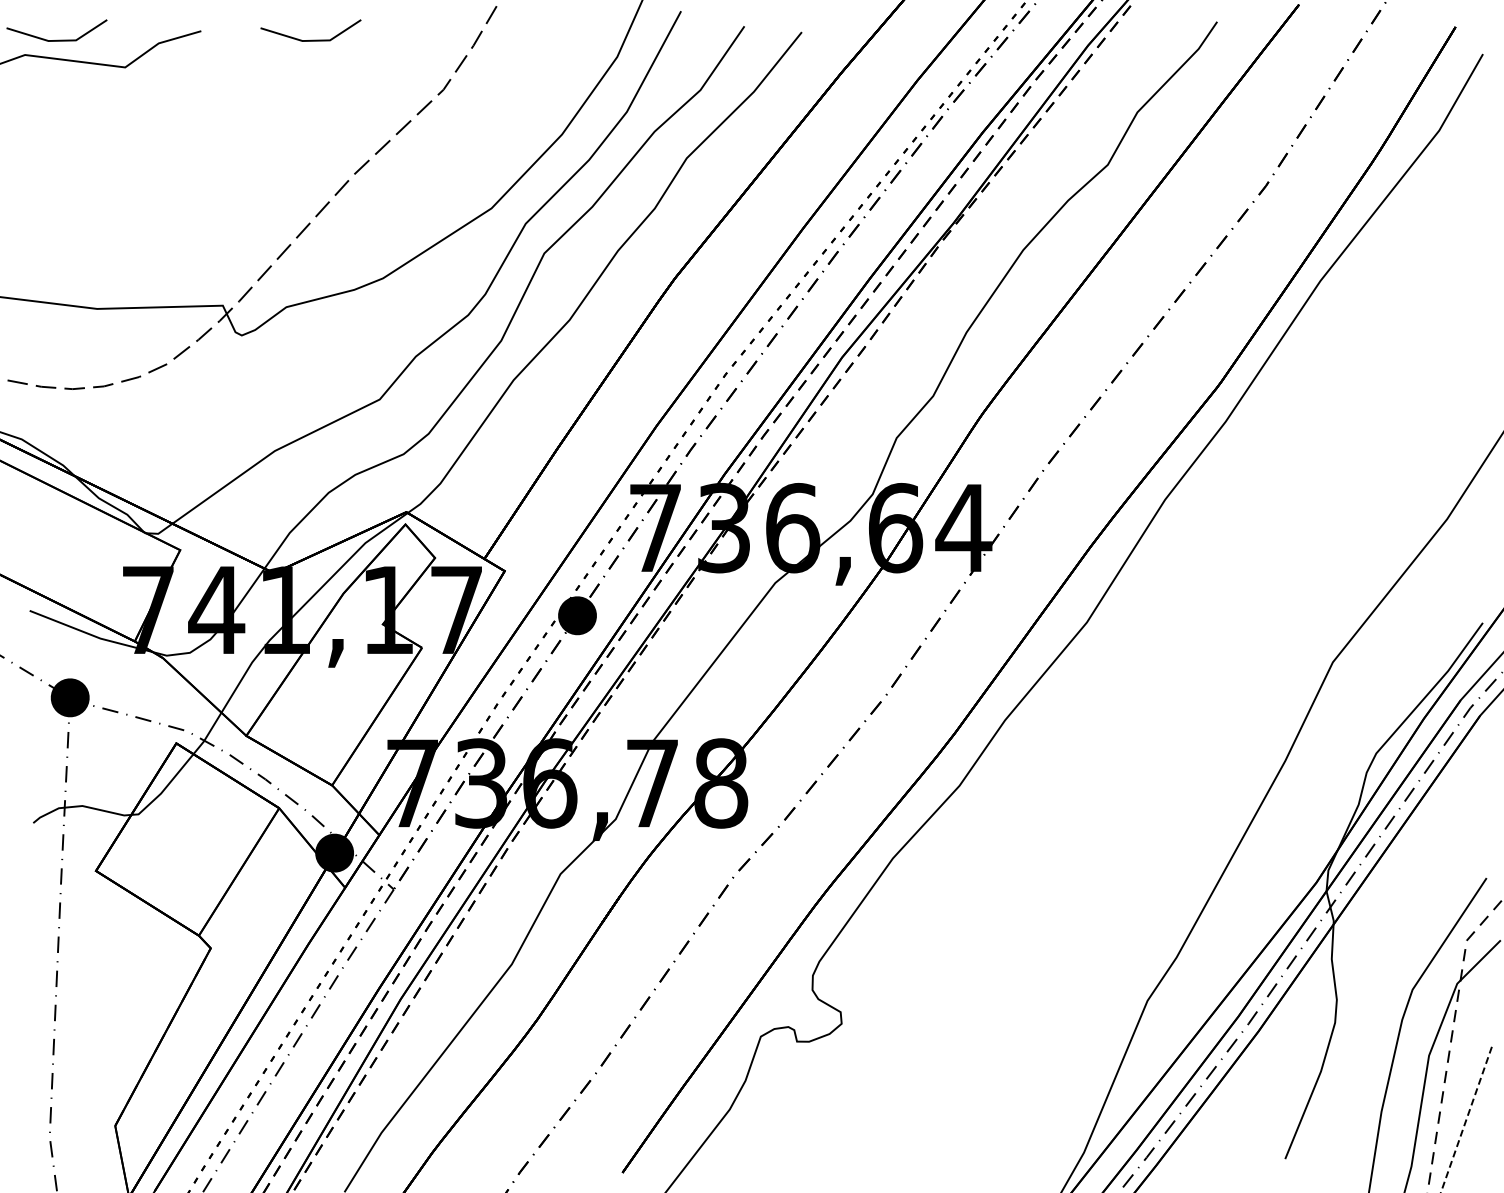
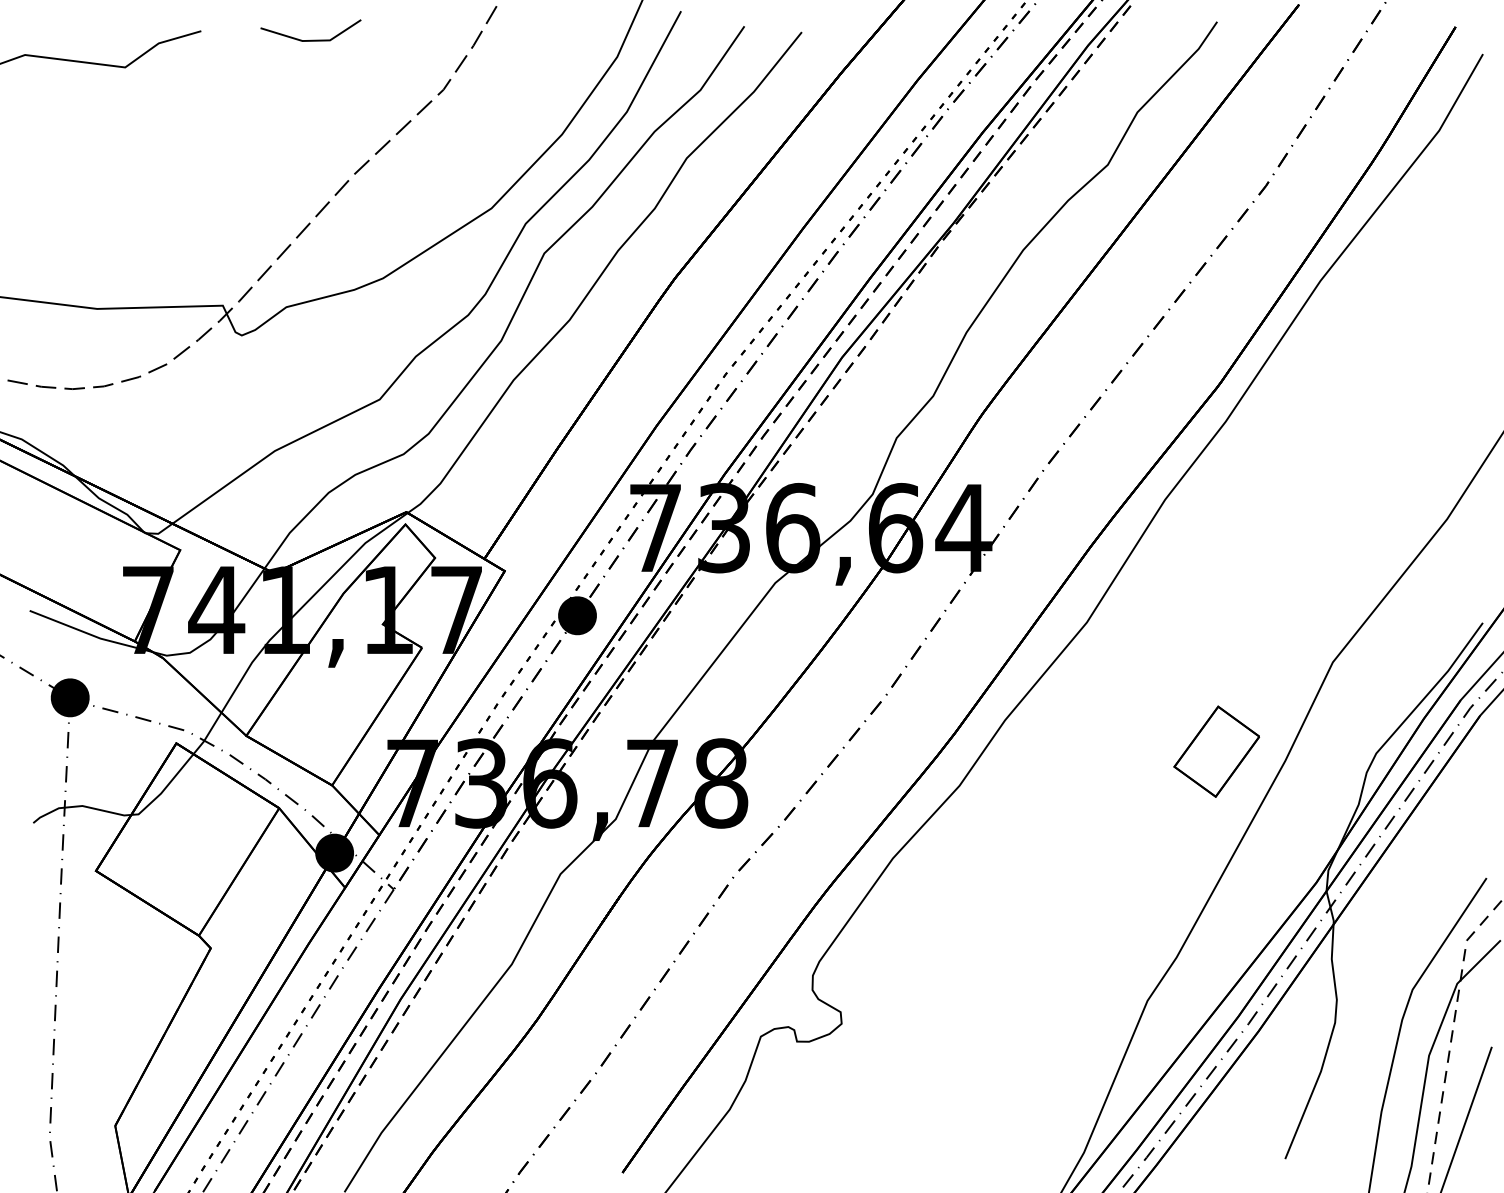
line at (56, 39): present -> none
part at (1216, 751): none -> present
line at (1466, 1120): dashed -> solid
